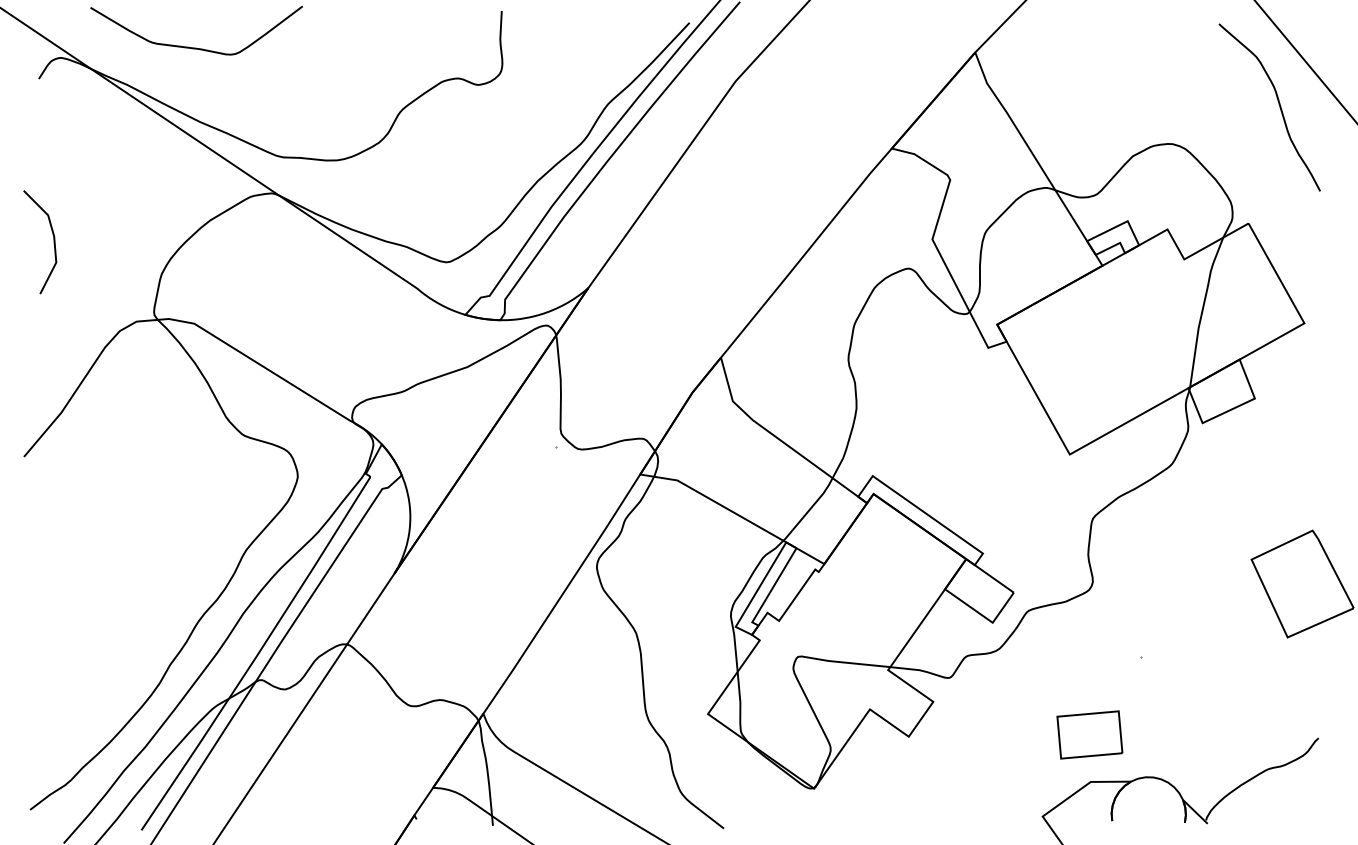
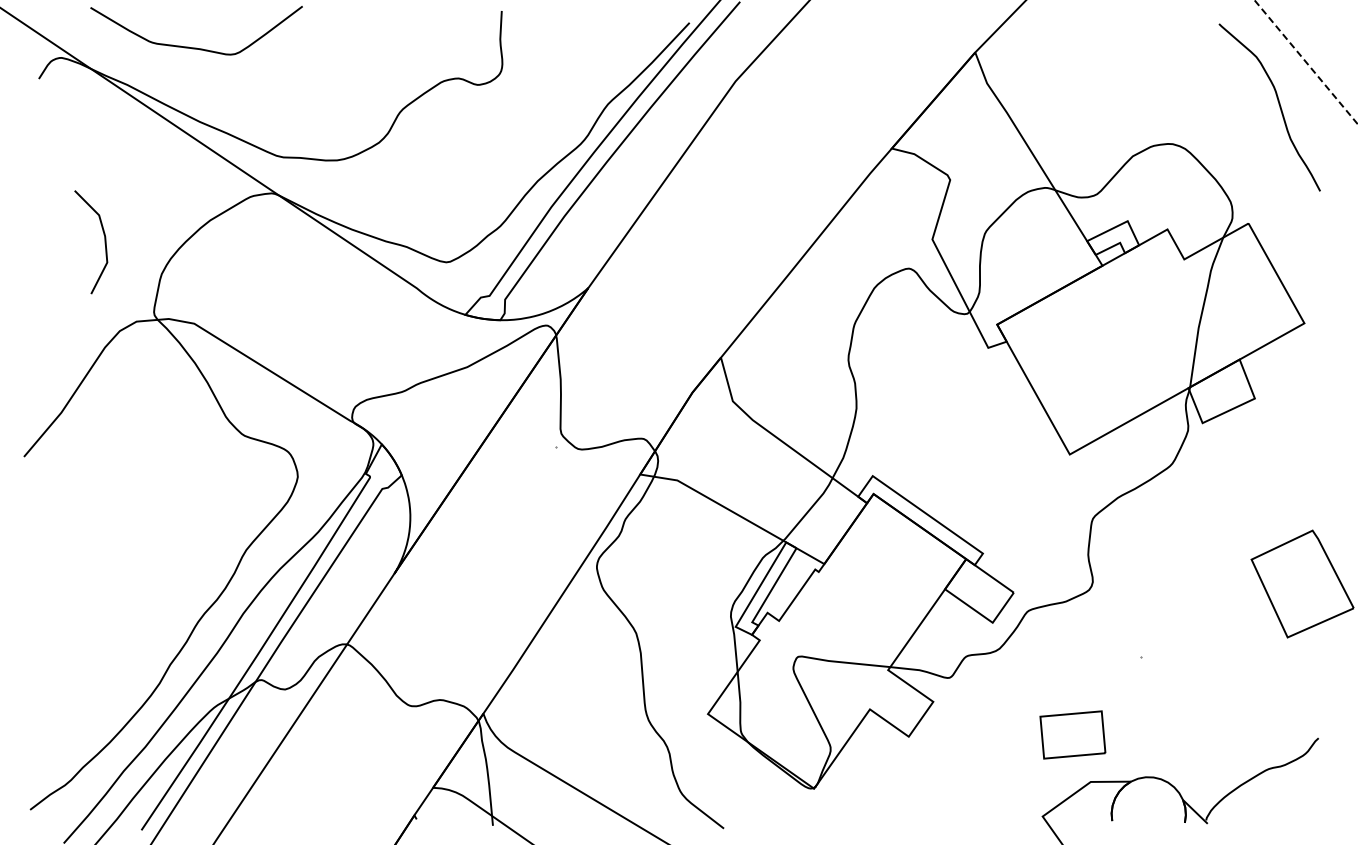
line at (1306, 62): solid -> dashed
line at (53, 242) position: (53, 242) -> (104, 242)
part at (1089, 734) position: (1089, 734) -> (1072, 734)
